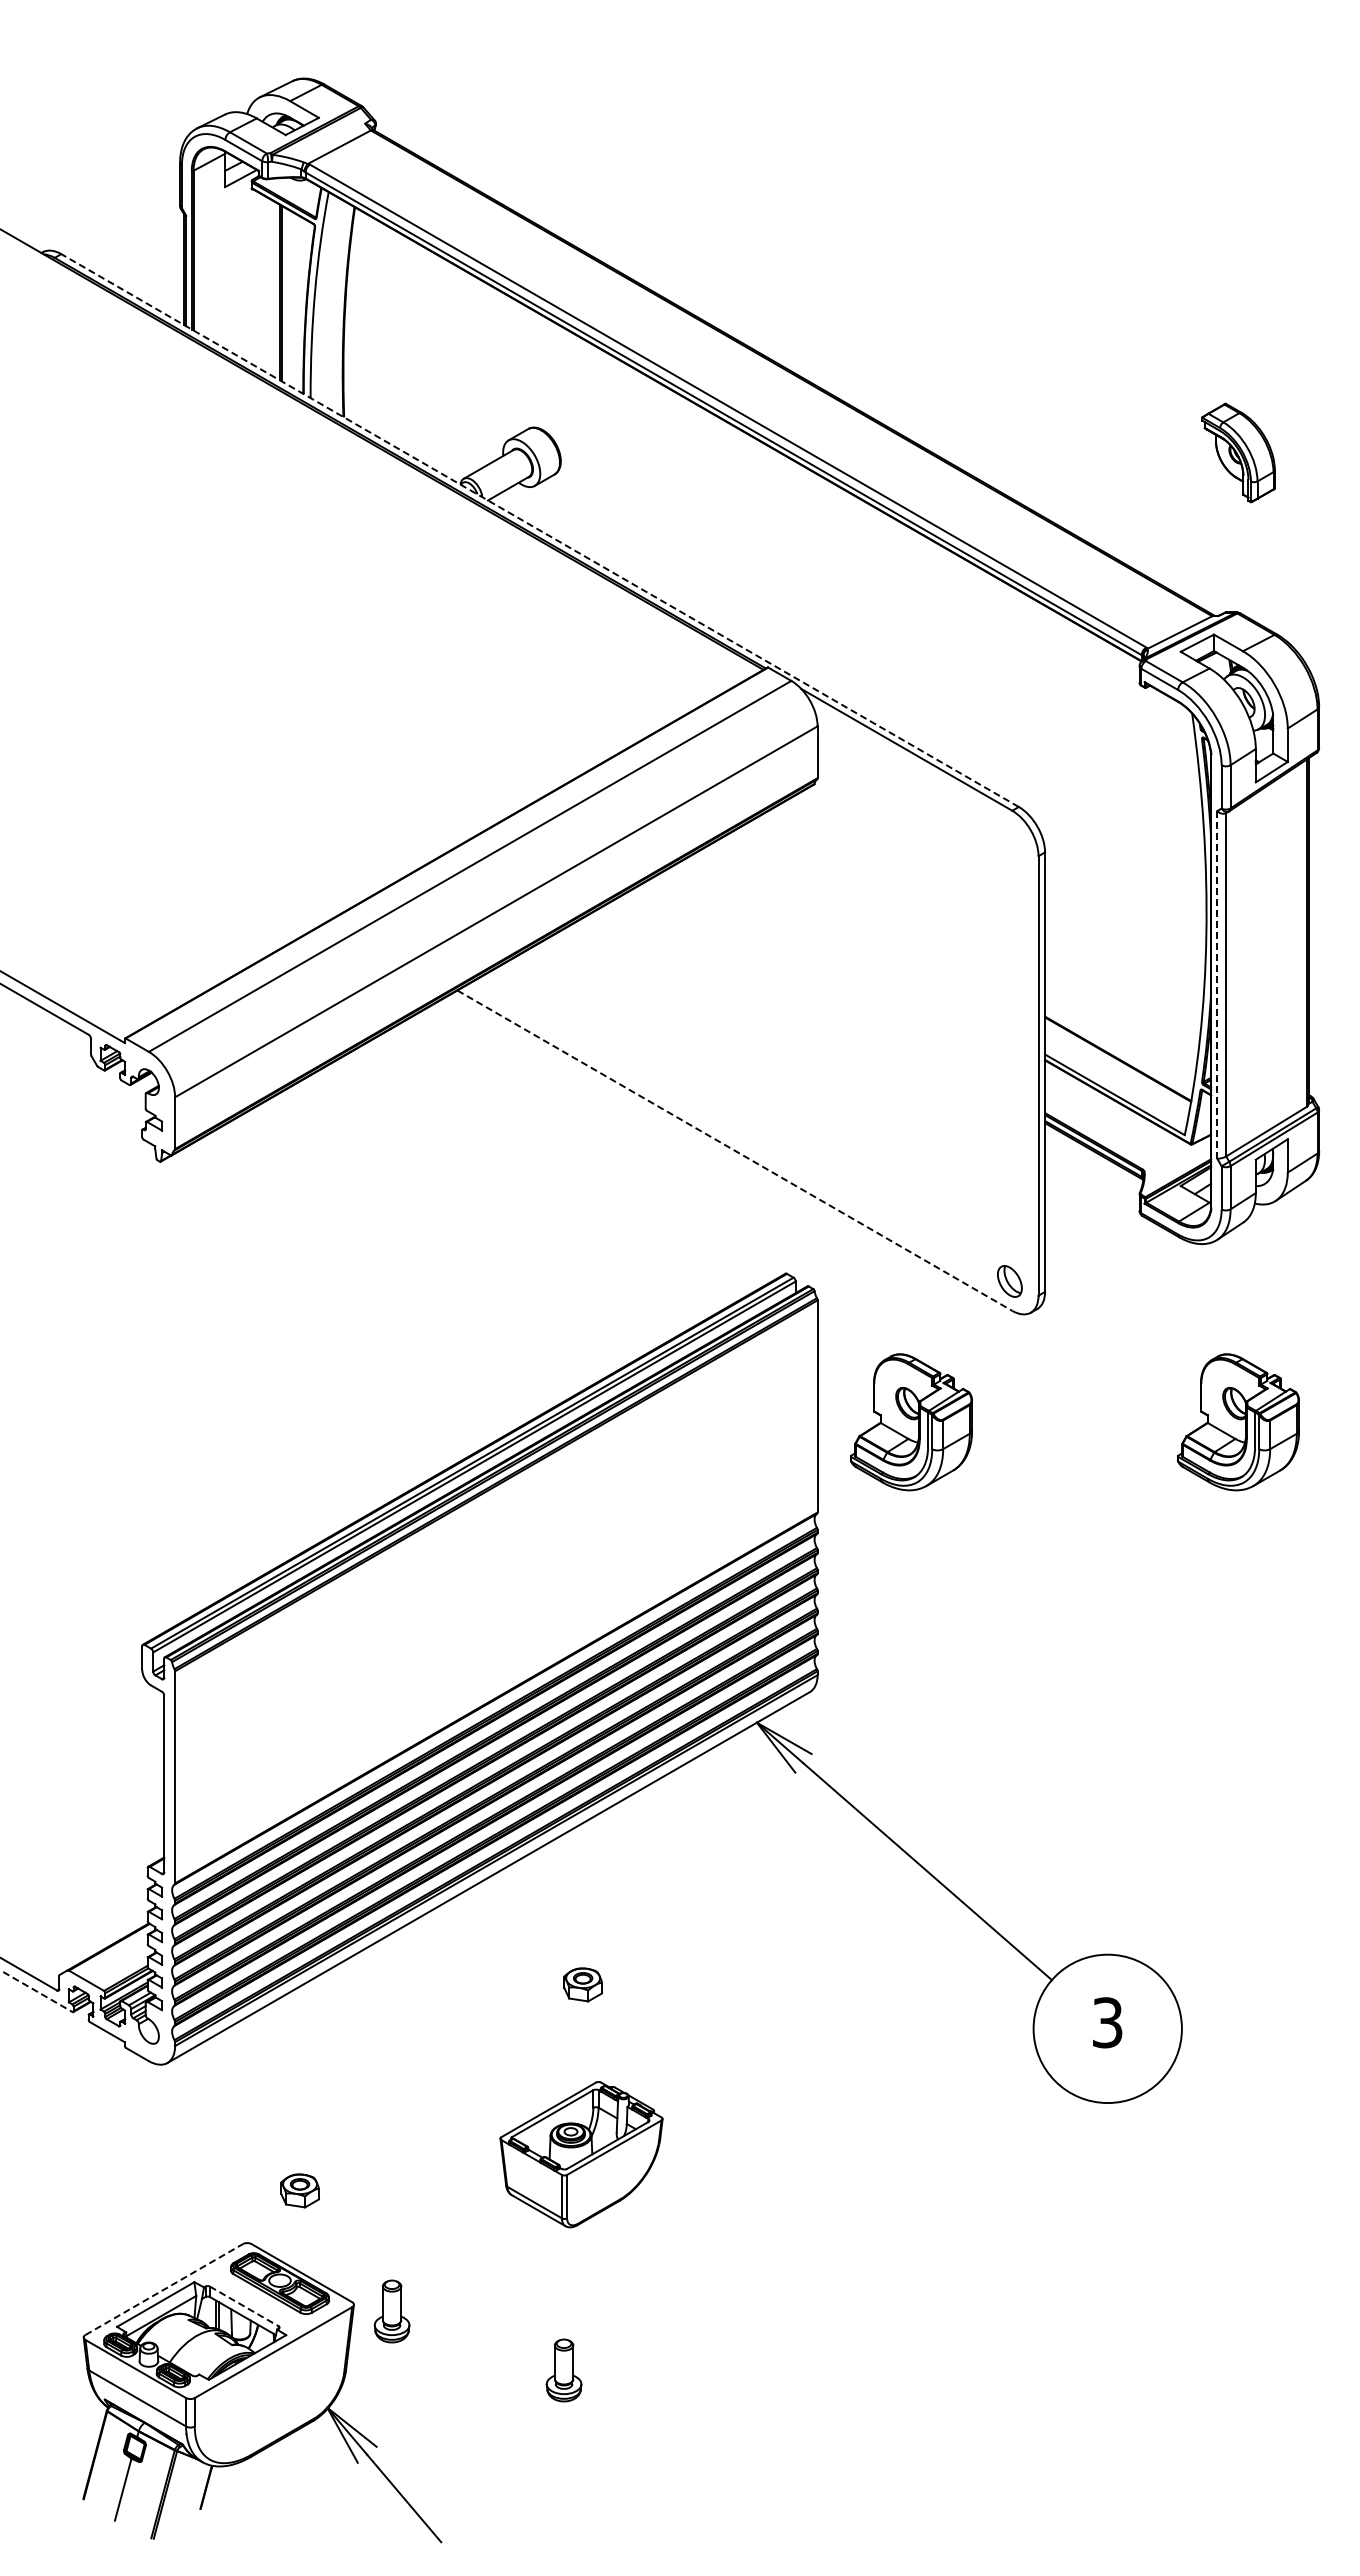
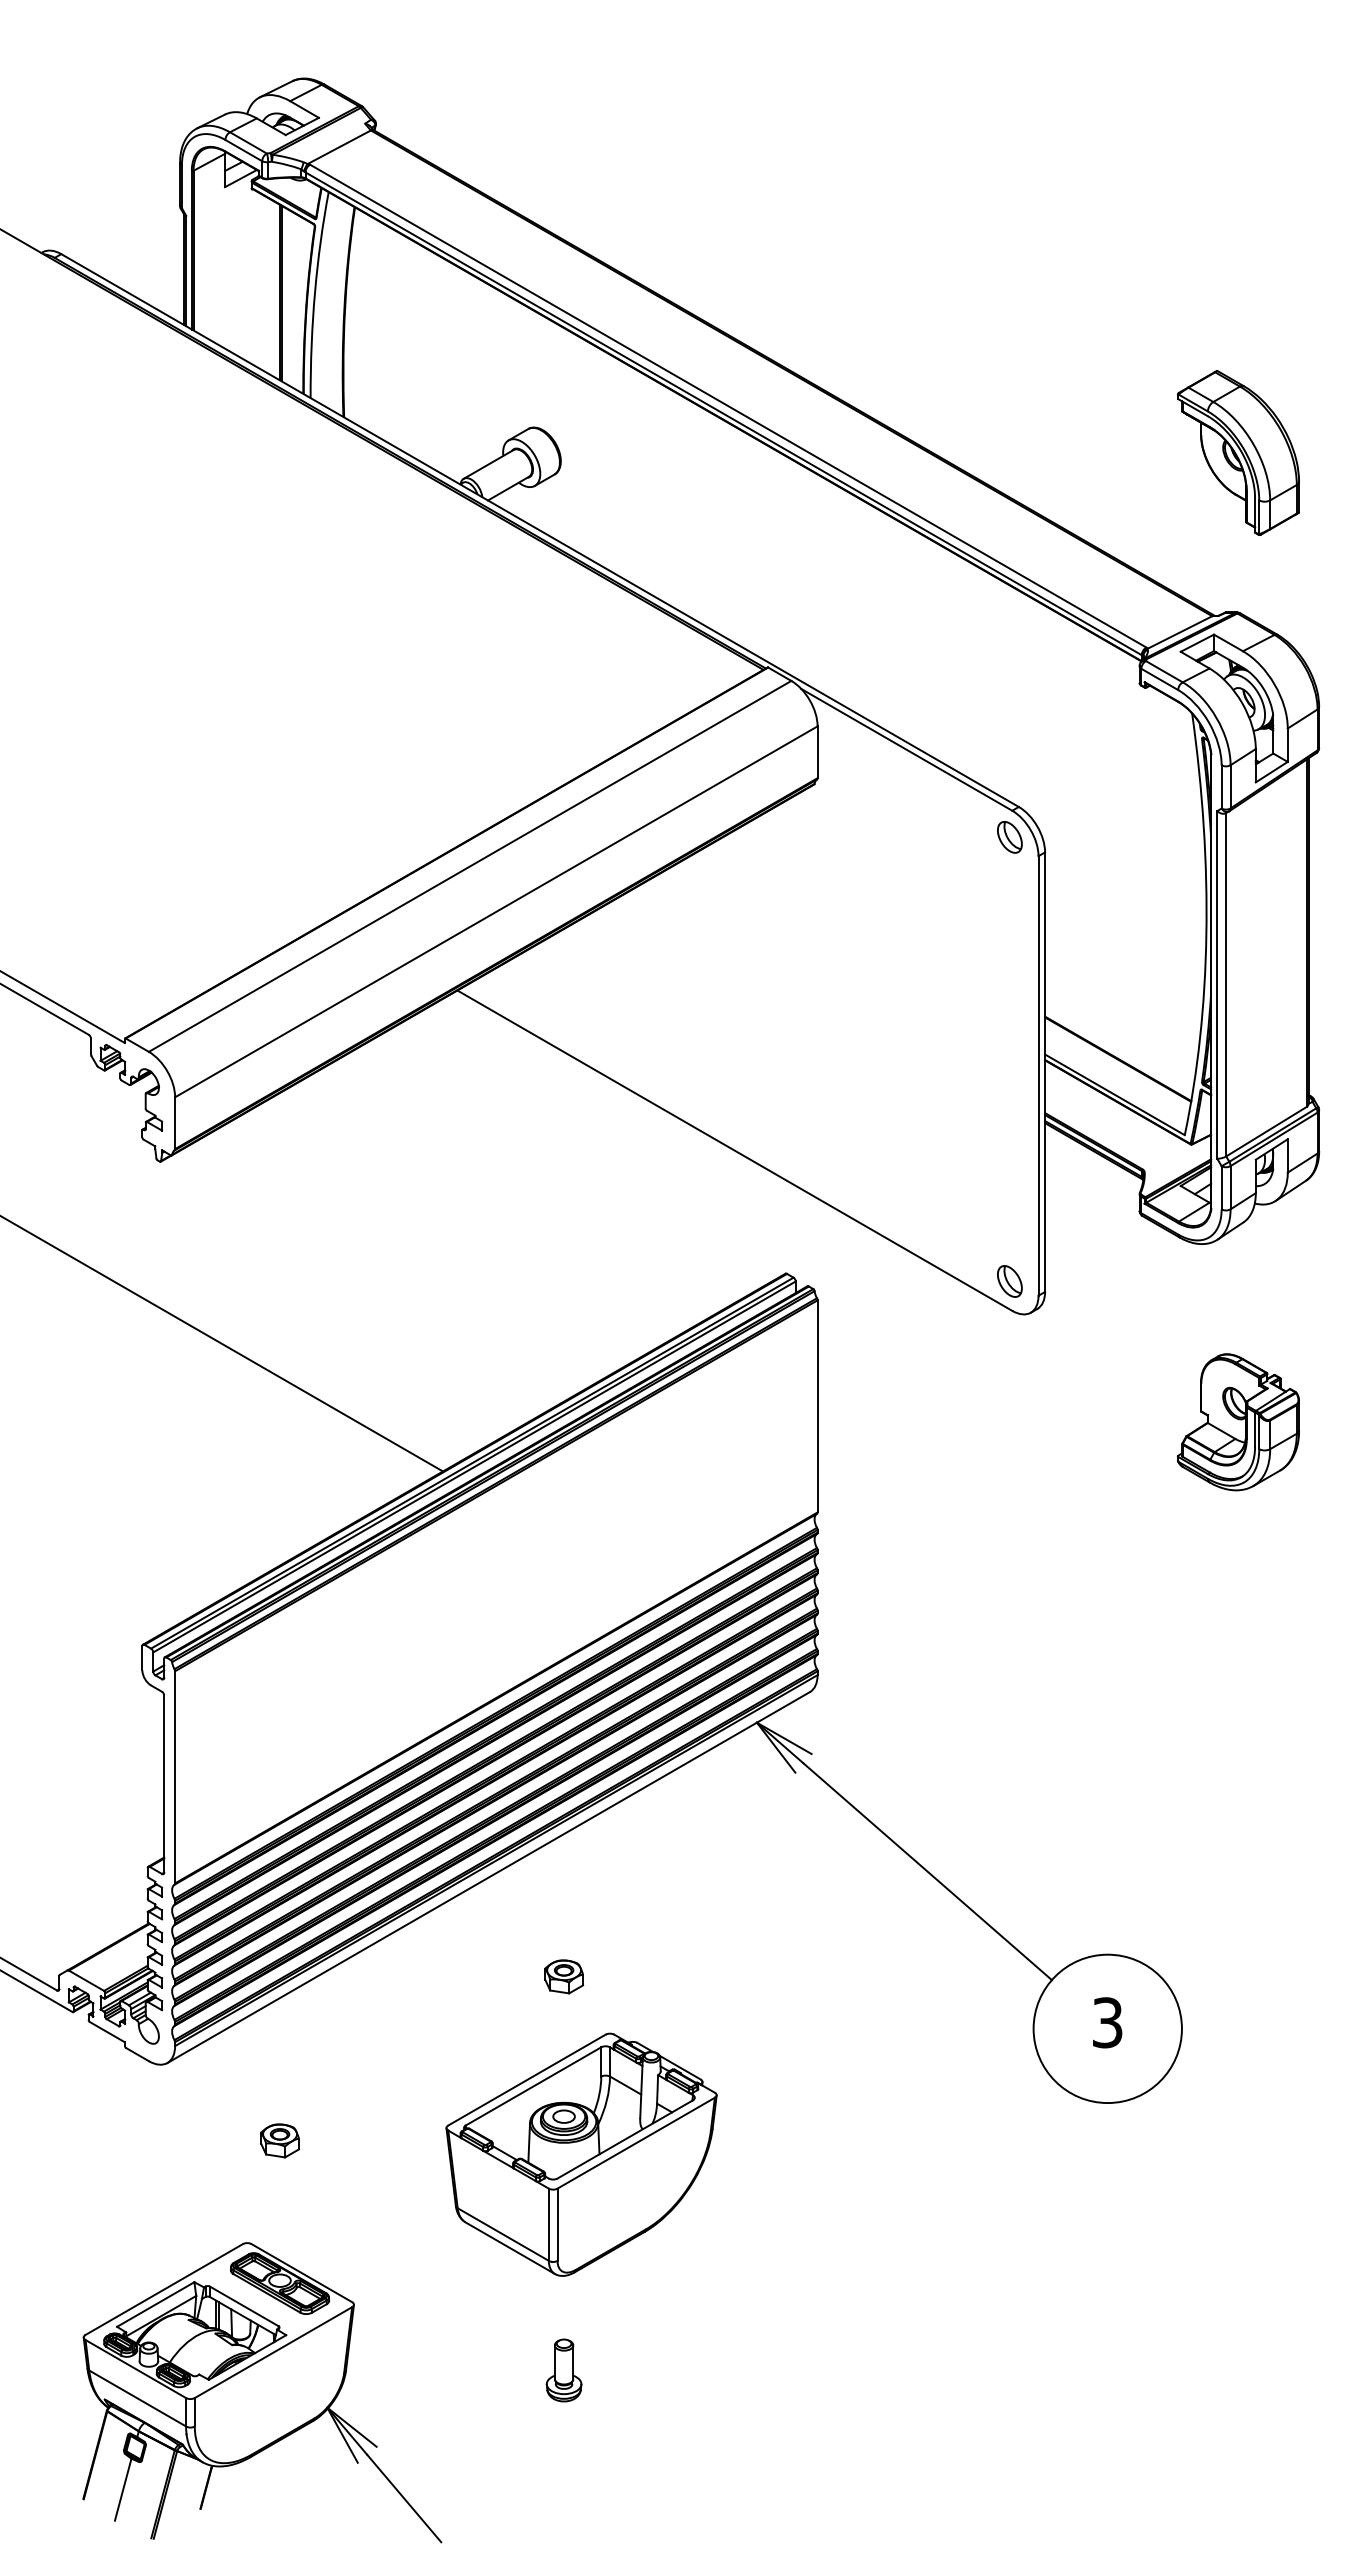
part at (1238, 452) size: 75x102 px -> 123x166 px
line at (540, 530): dashed -> solid
part at (1009, 837): none -> present
line at (1217, 984): dashed -> solid
line at (735, 1150): dashed -> solid
line at (222, 1344): none -> present
part at (910, 1422): present -> none
part at (583, 1984) position: (583, 1984) -> (564, 1976)
line at (36, 1991): dashed -> solid
part at (581, 2154) size: 165x148 px -> 273x245 px
part at (299, 2190) position: (299, 2190) -> (279, 2140)
line at (164, 2289): dashed -> solid
line at (244, 2306): dashed -> solid
part at (391, 2311): present -> none
